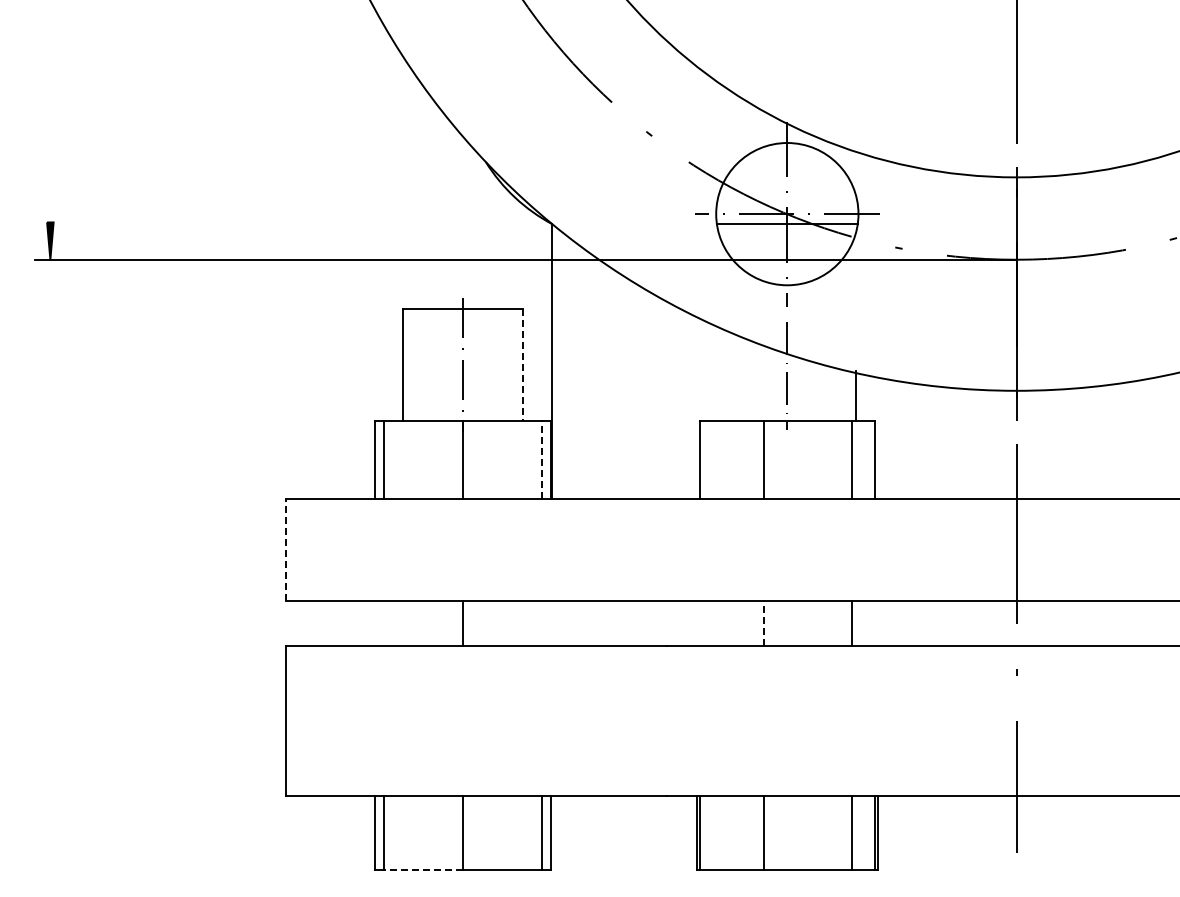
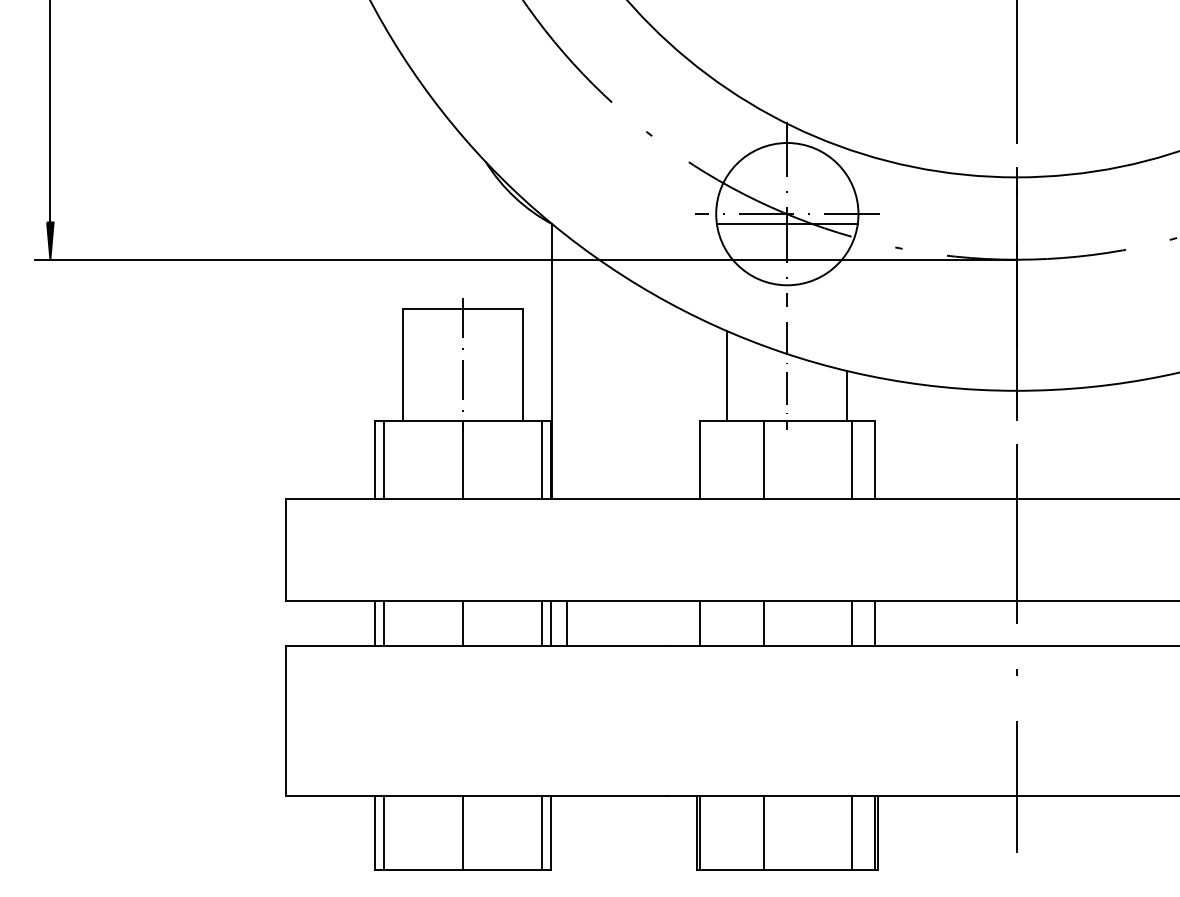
line at (50, 112): none -> present
line at (523, 365): dashed -> solid
line at (727, 376): none -> present
line at (856, 395) position: (856, 395) -> (847, 395)
line at (541, 459): dashed -> solid
line at (286, 549): dashed -> solid
line at (375, 622): none -> present
line at (384, 622): none -> present
line at (541, 622): none -> present
line at (550, 622): none -> present
line at (567, 622): none -> present
line at (699, 622): none -> present
line at (875, 622): none -> present
line at (763, 623): dashed -> solid
line at (423, 870): dashed -> solid
